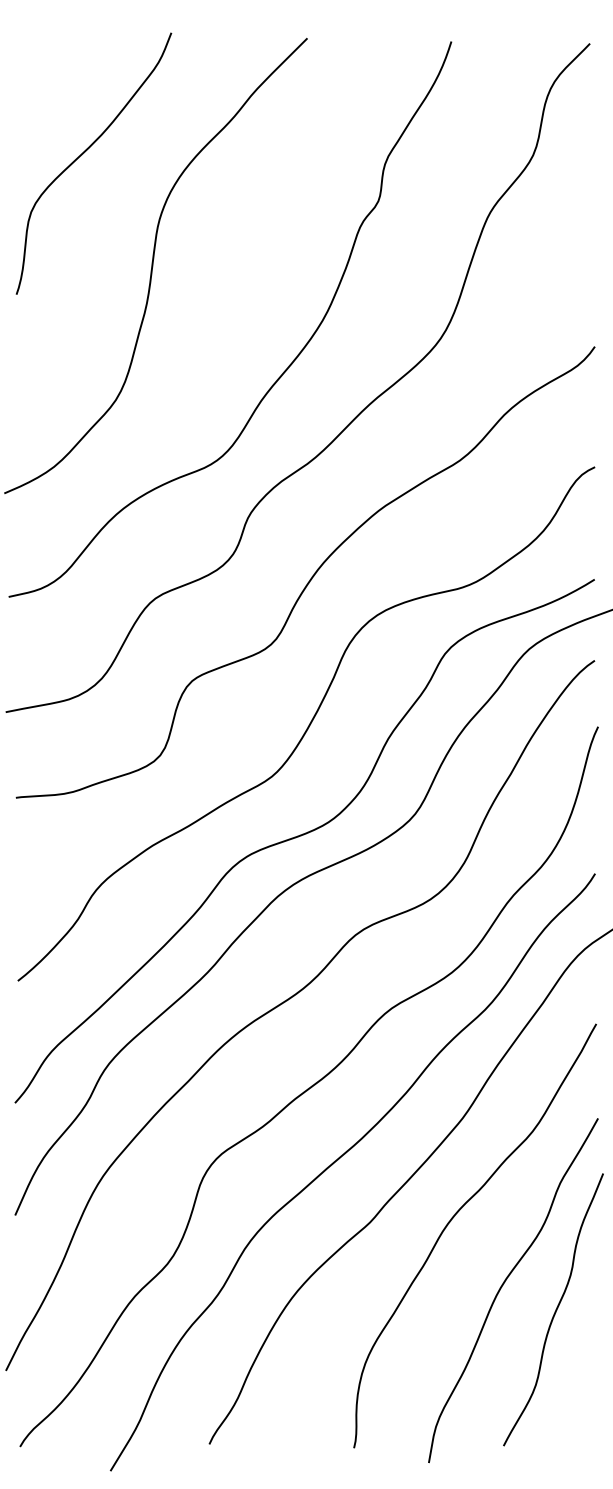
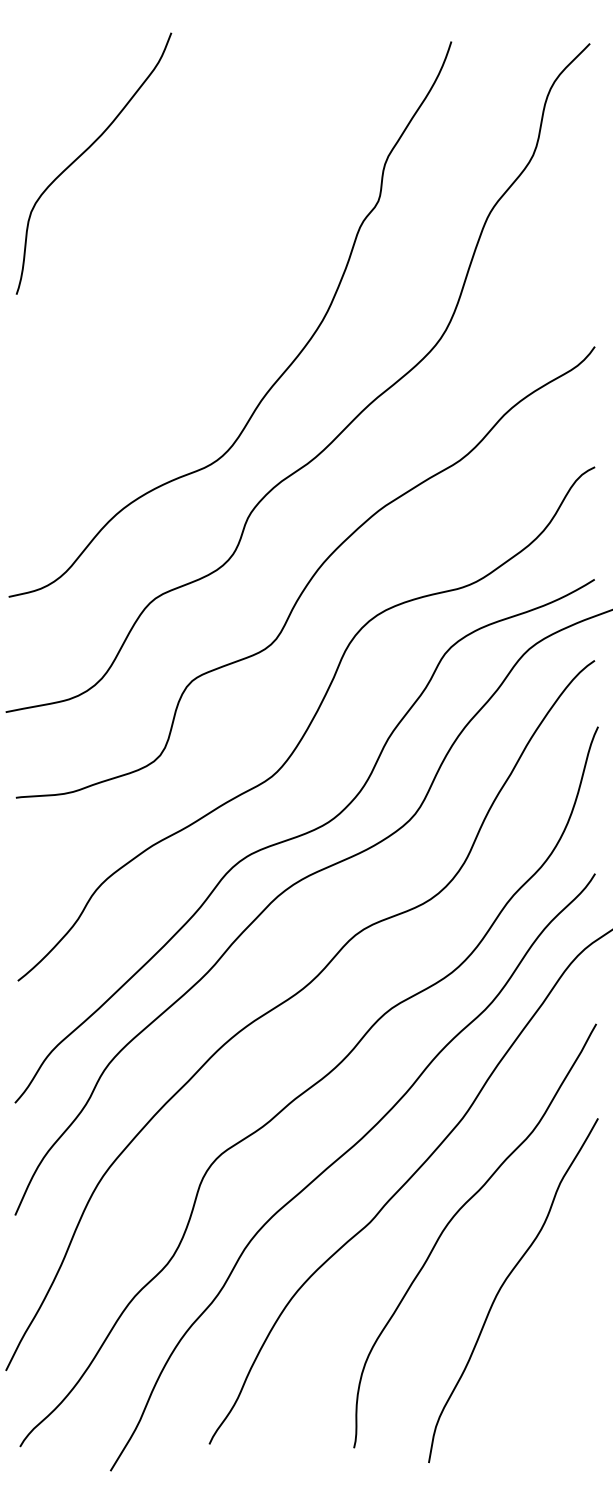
curve at (153, 266): present -> none
curve at (555, 1309): present -> none
